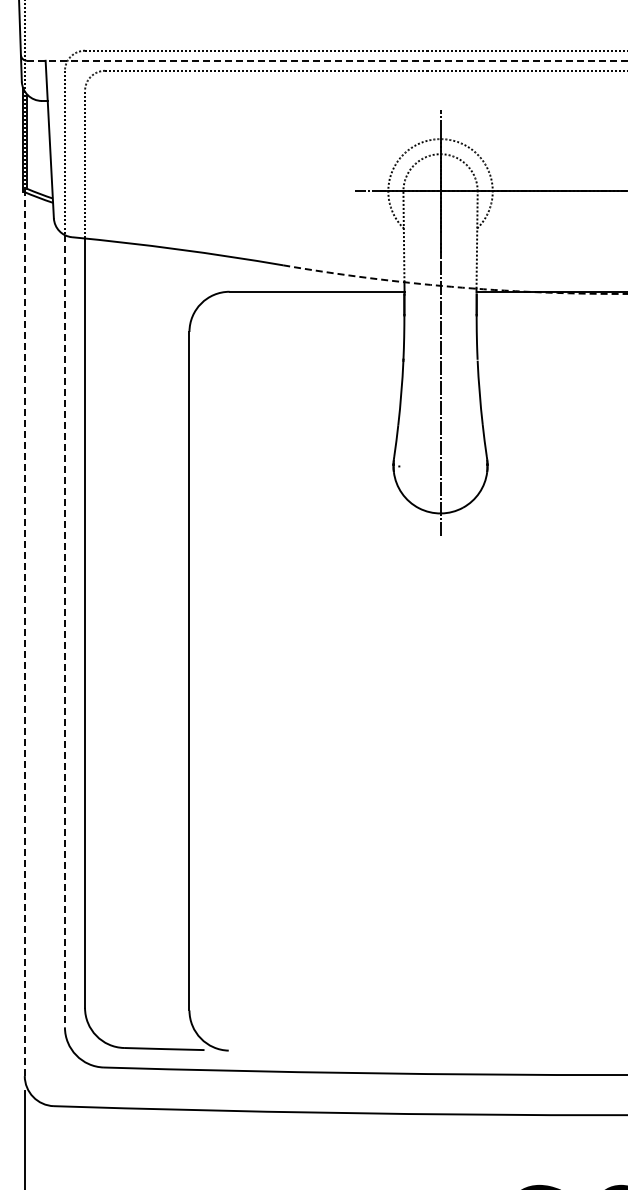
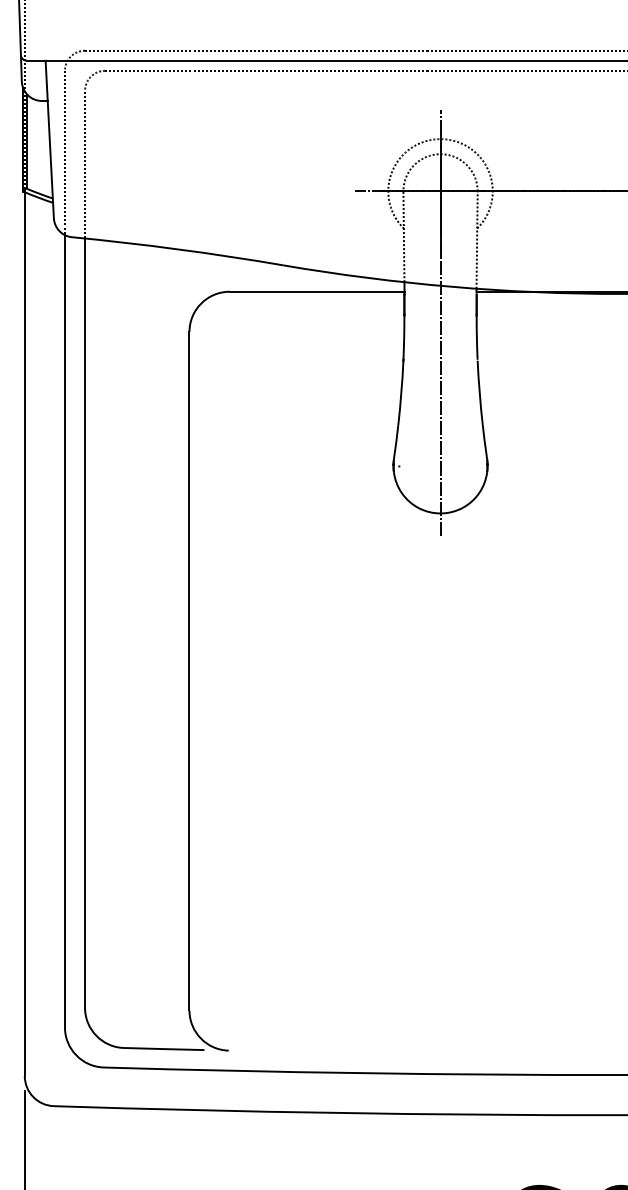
line at (327, 60): dashed -> solid
arc at (454, 287): dashed -> solid
line at (64, 631): dashed -> solid
line at (24, 632): dashed -> solid
